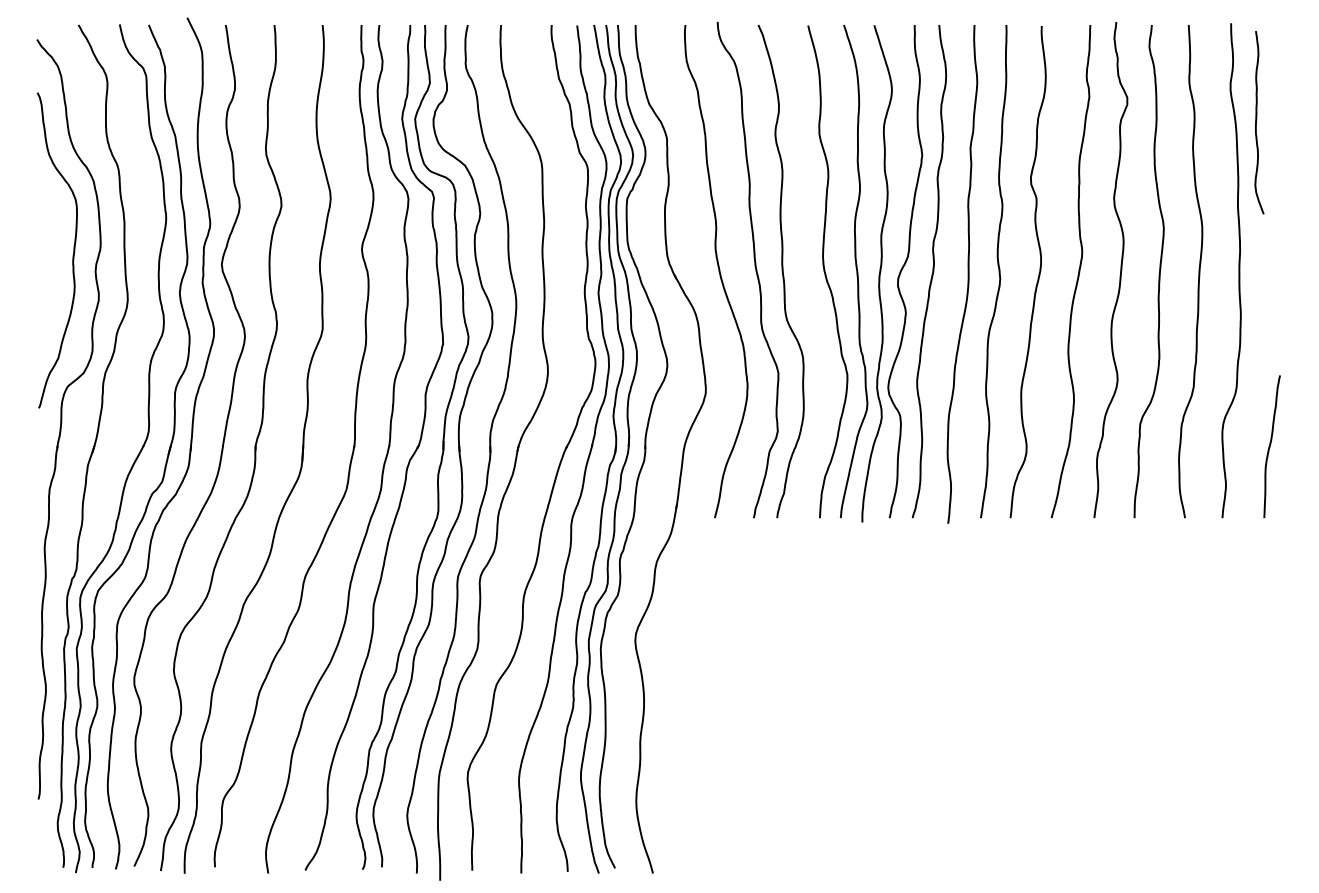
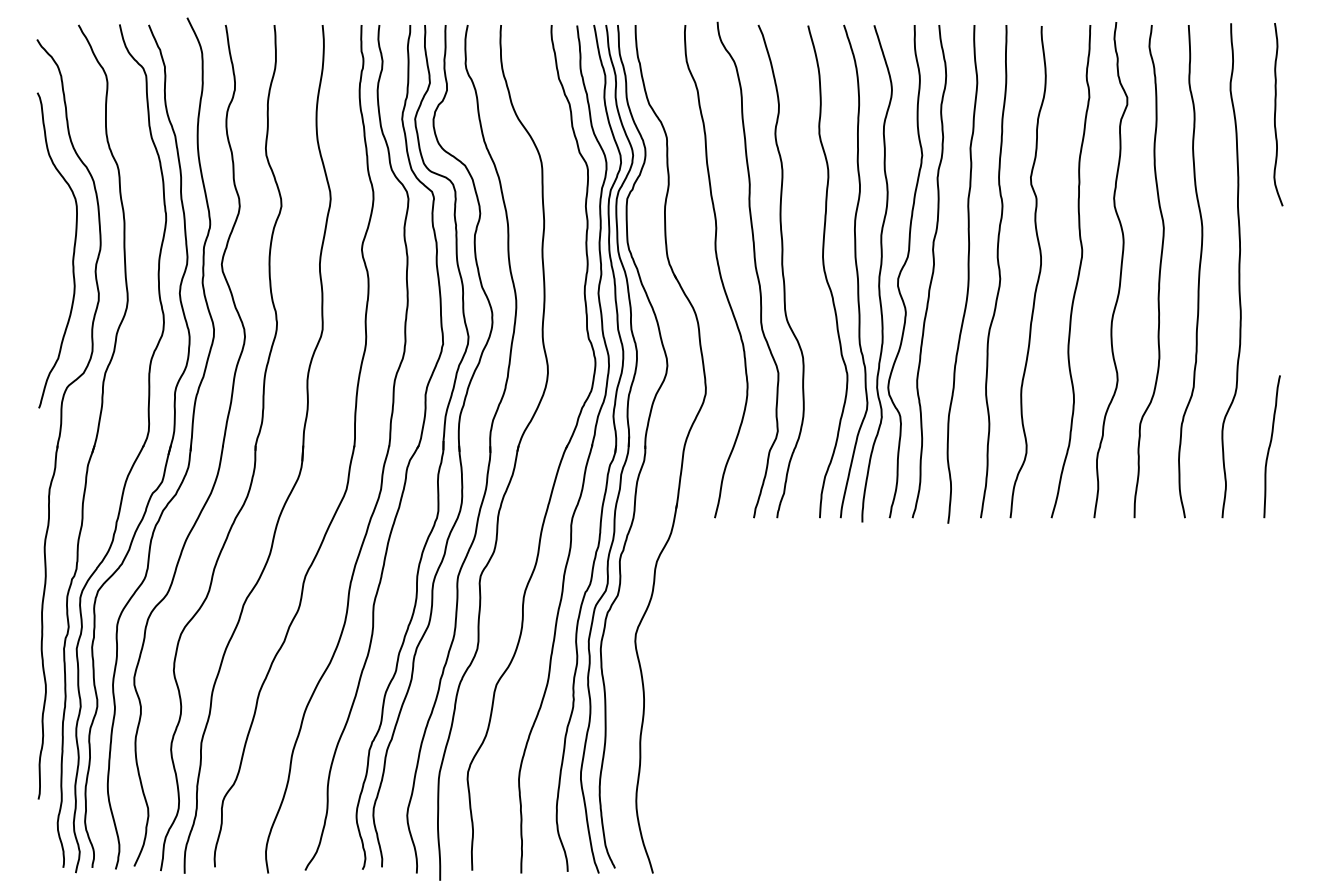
curve at (1256, 122) position: (1256, 122) -> (1275, 114)
